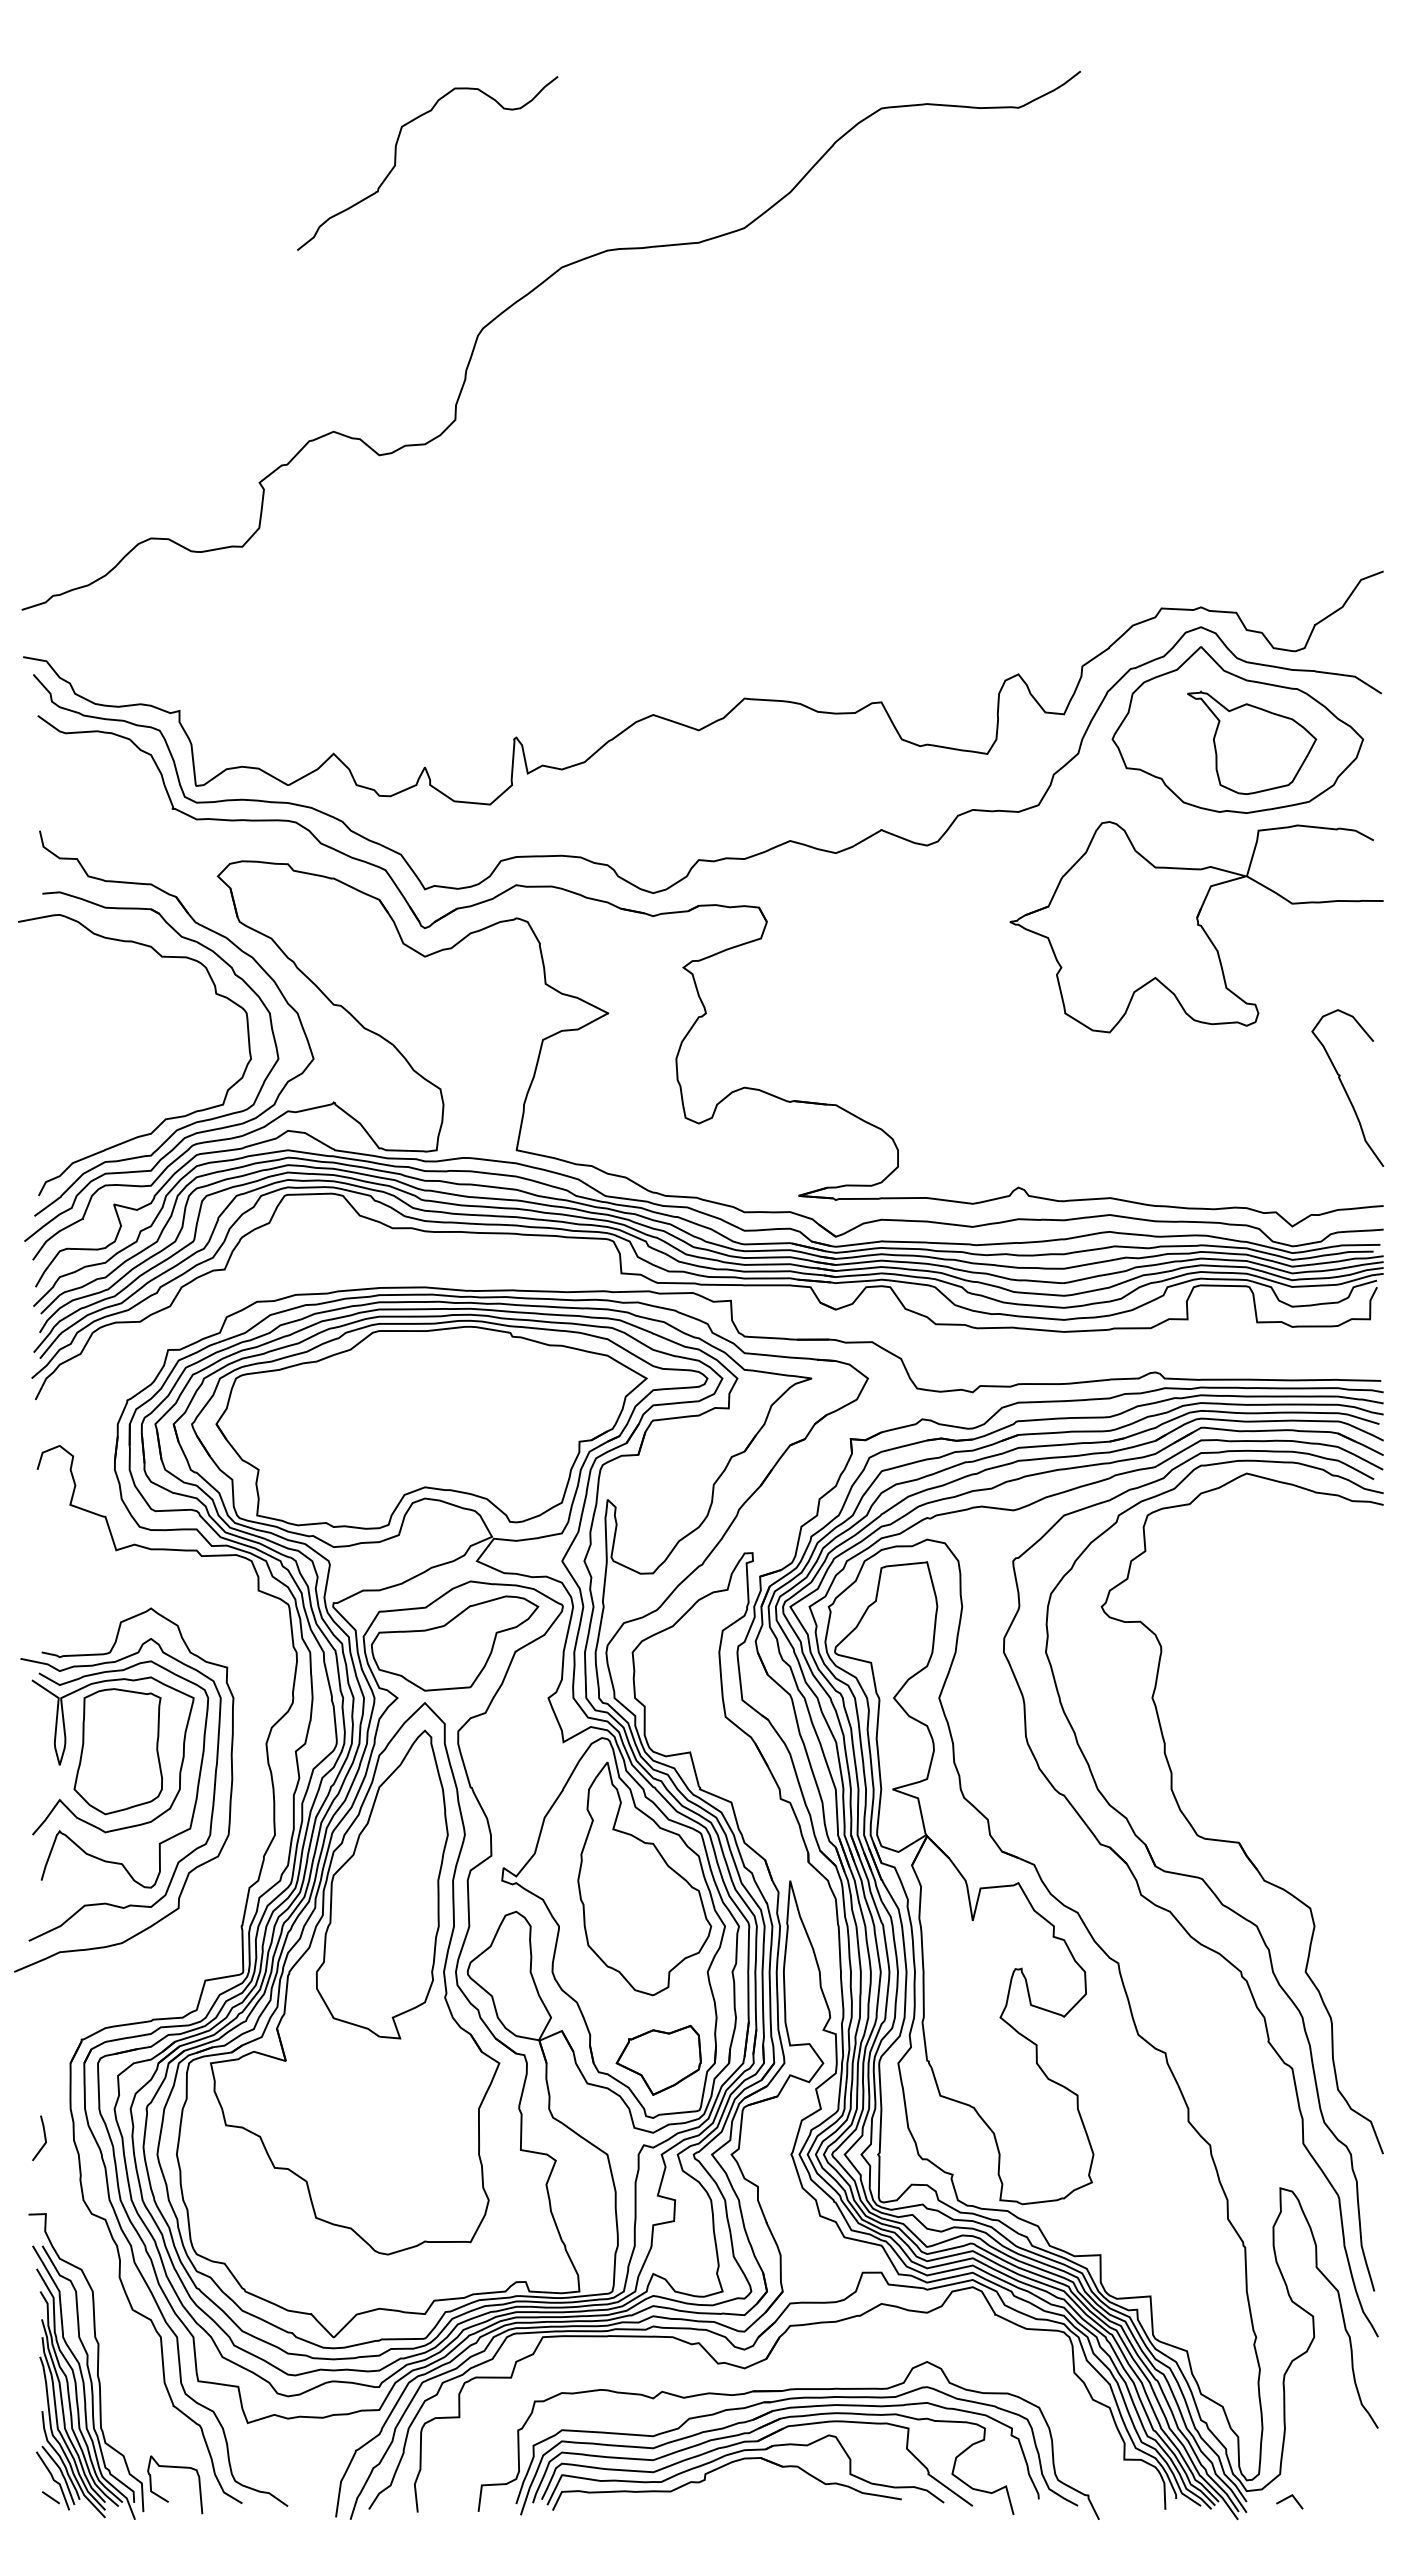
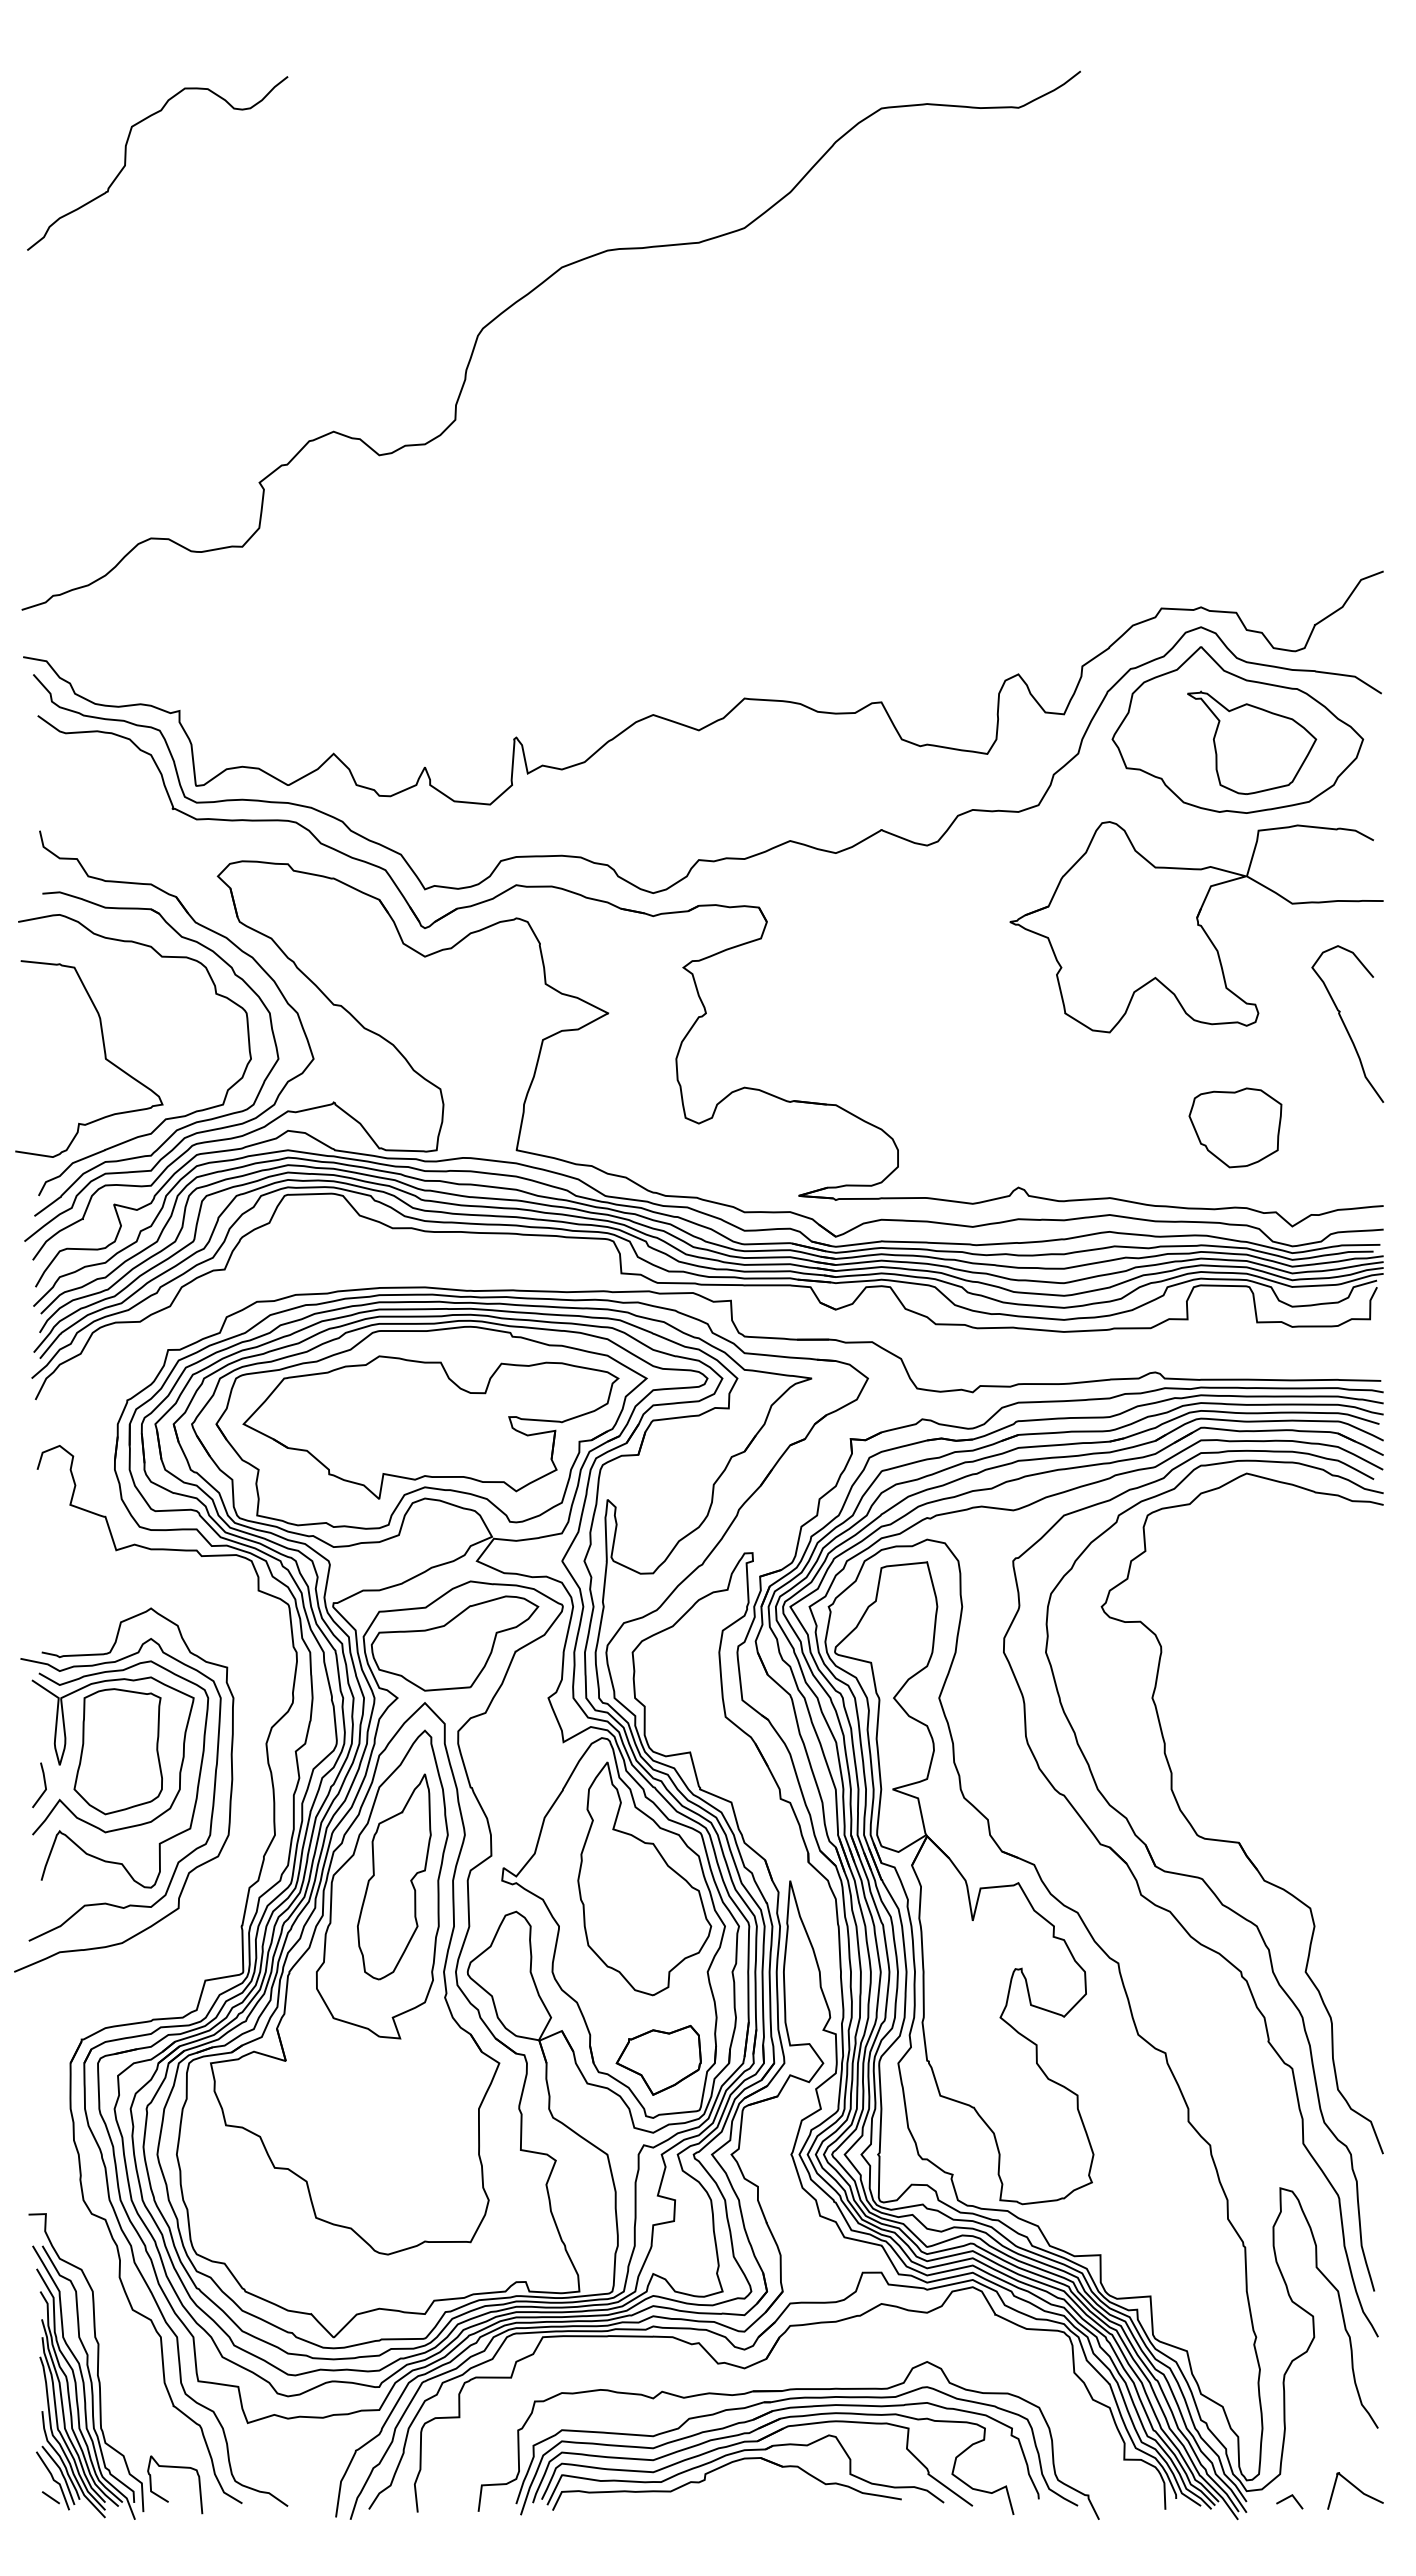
curve at (396, 162) position: (396, 162) -> (126, 162)
curve at (104, 1058): none -> present
curve at (1345, 1088) position: (1345, 1088) -> (1345, 1024)
part at (1235, 1127): none -> present
part at (430, 1427): none -> present
part at (394, 1876): none -> present
line at (44, 2138) position: (44, 2138) -> (44, 1785)
curve at (1356, 2489): none -> present
